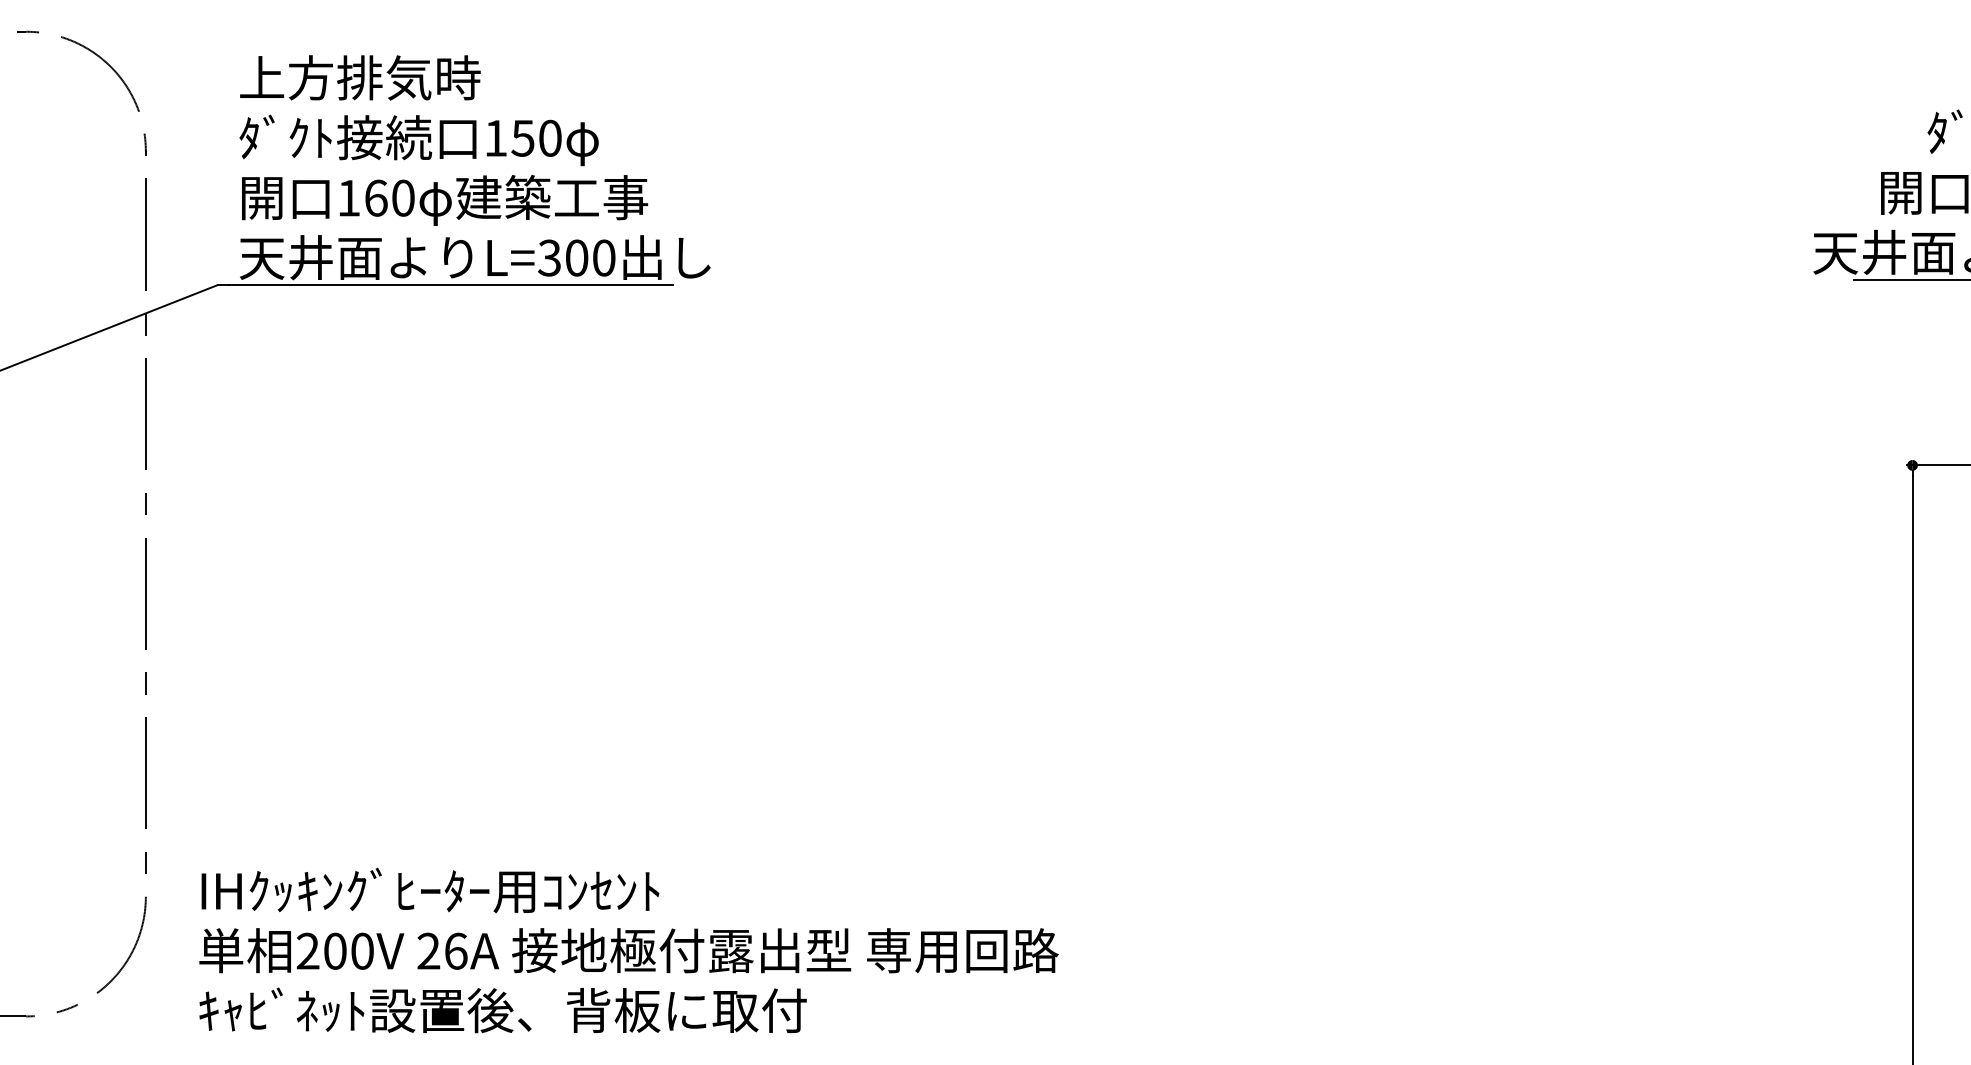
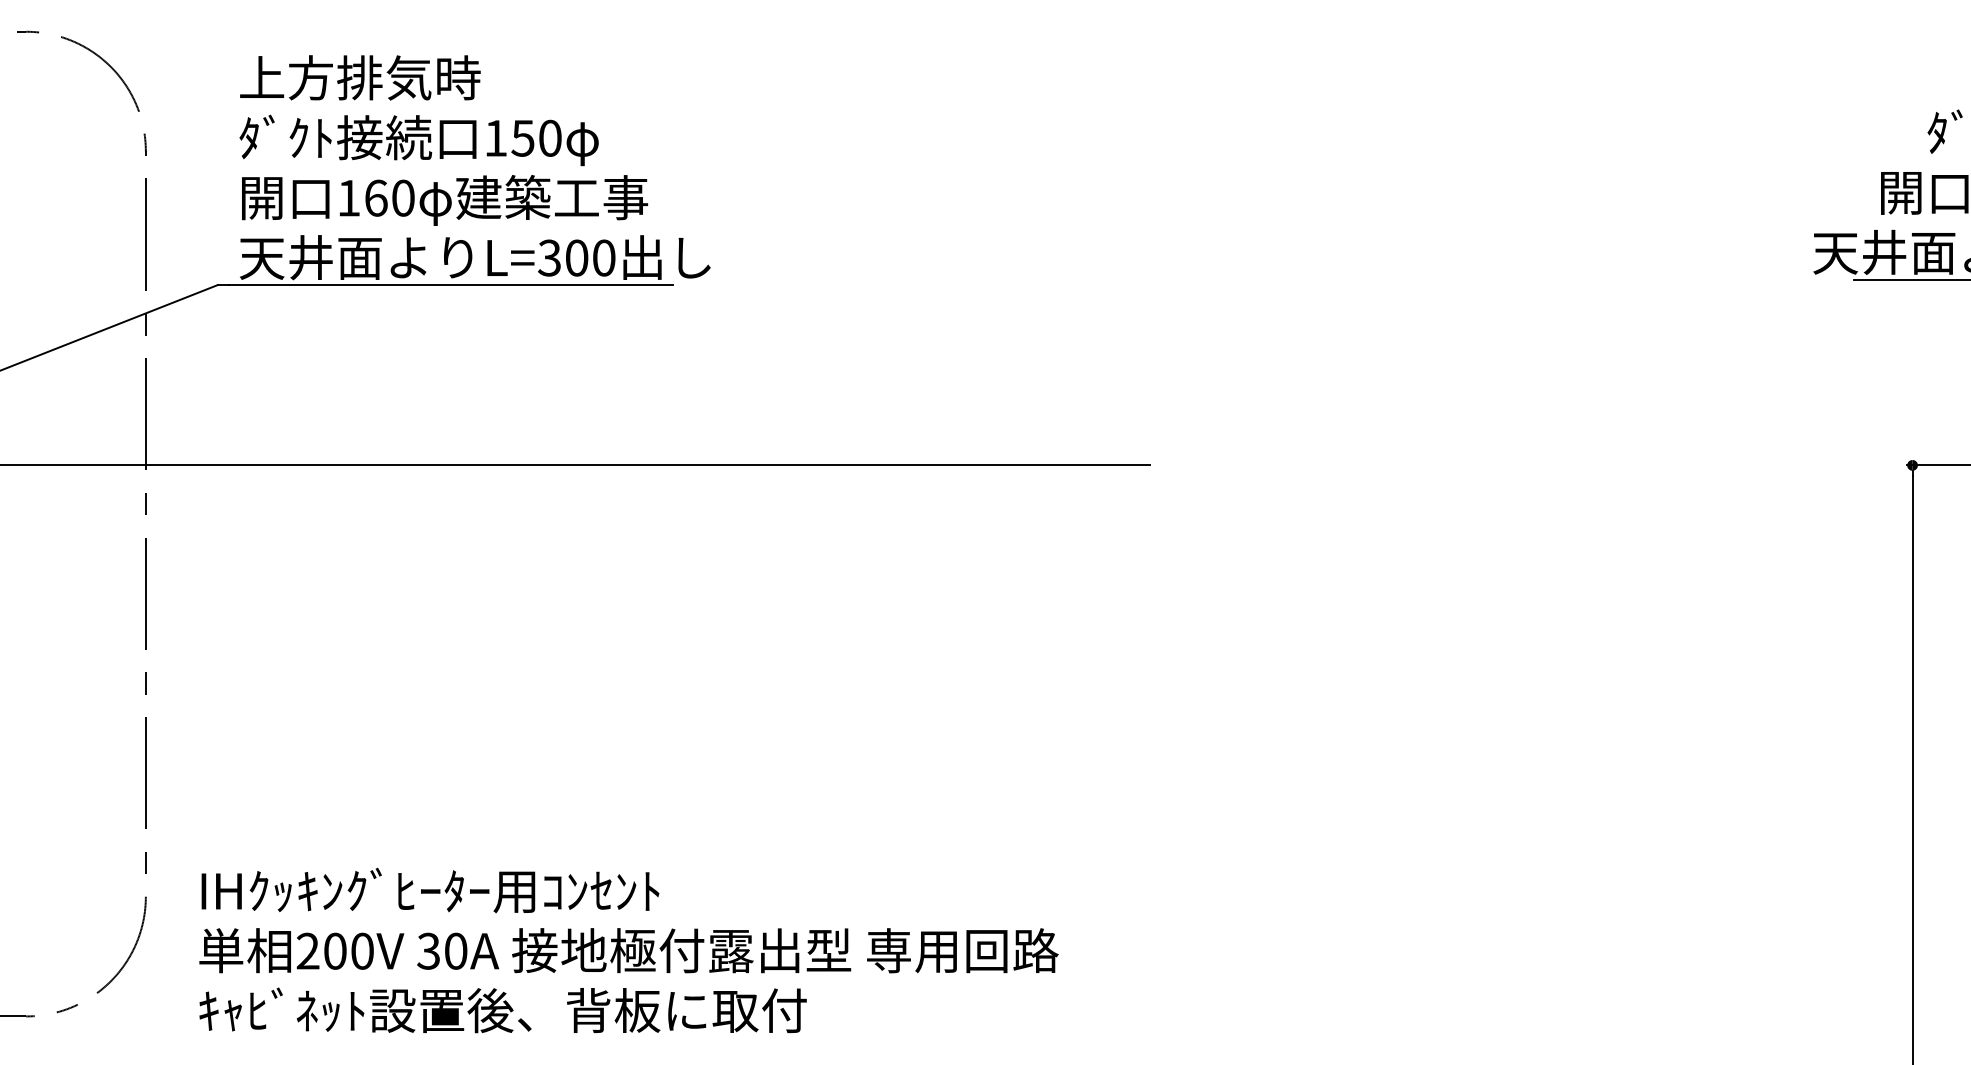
line at (575, 465): none -> present
text at (442, 950): 26A -> 30A
